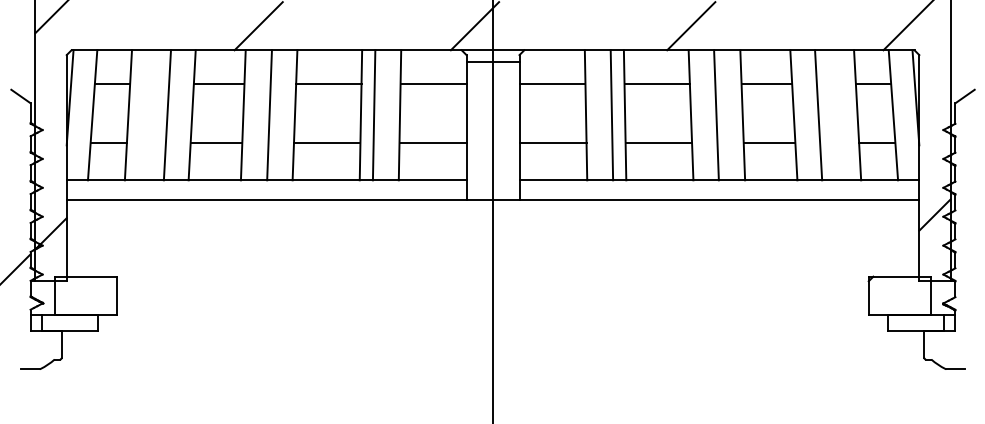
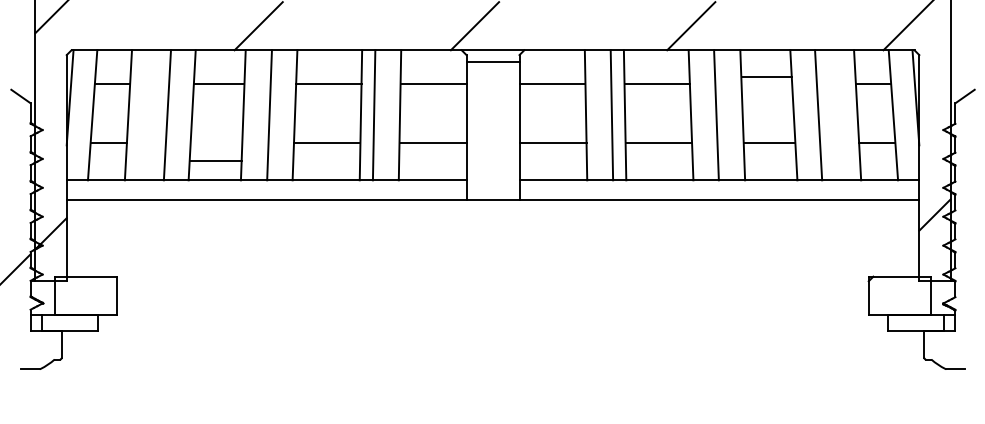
line at (766, 84) position: (766, 84) -> (766, 77)
line at (216, 142) position: (216, 142) -> (216, 160)
line at (493, 211): present -> none
